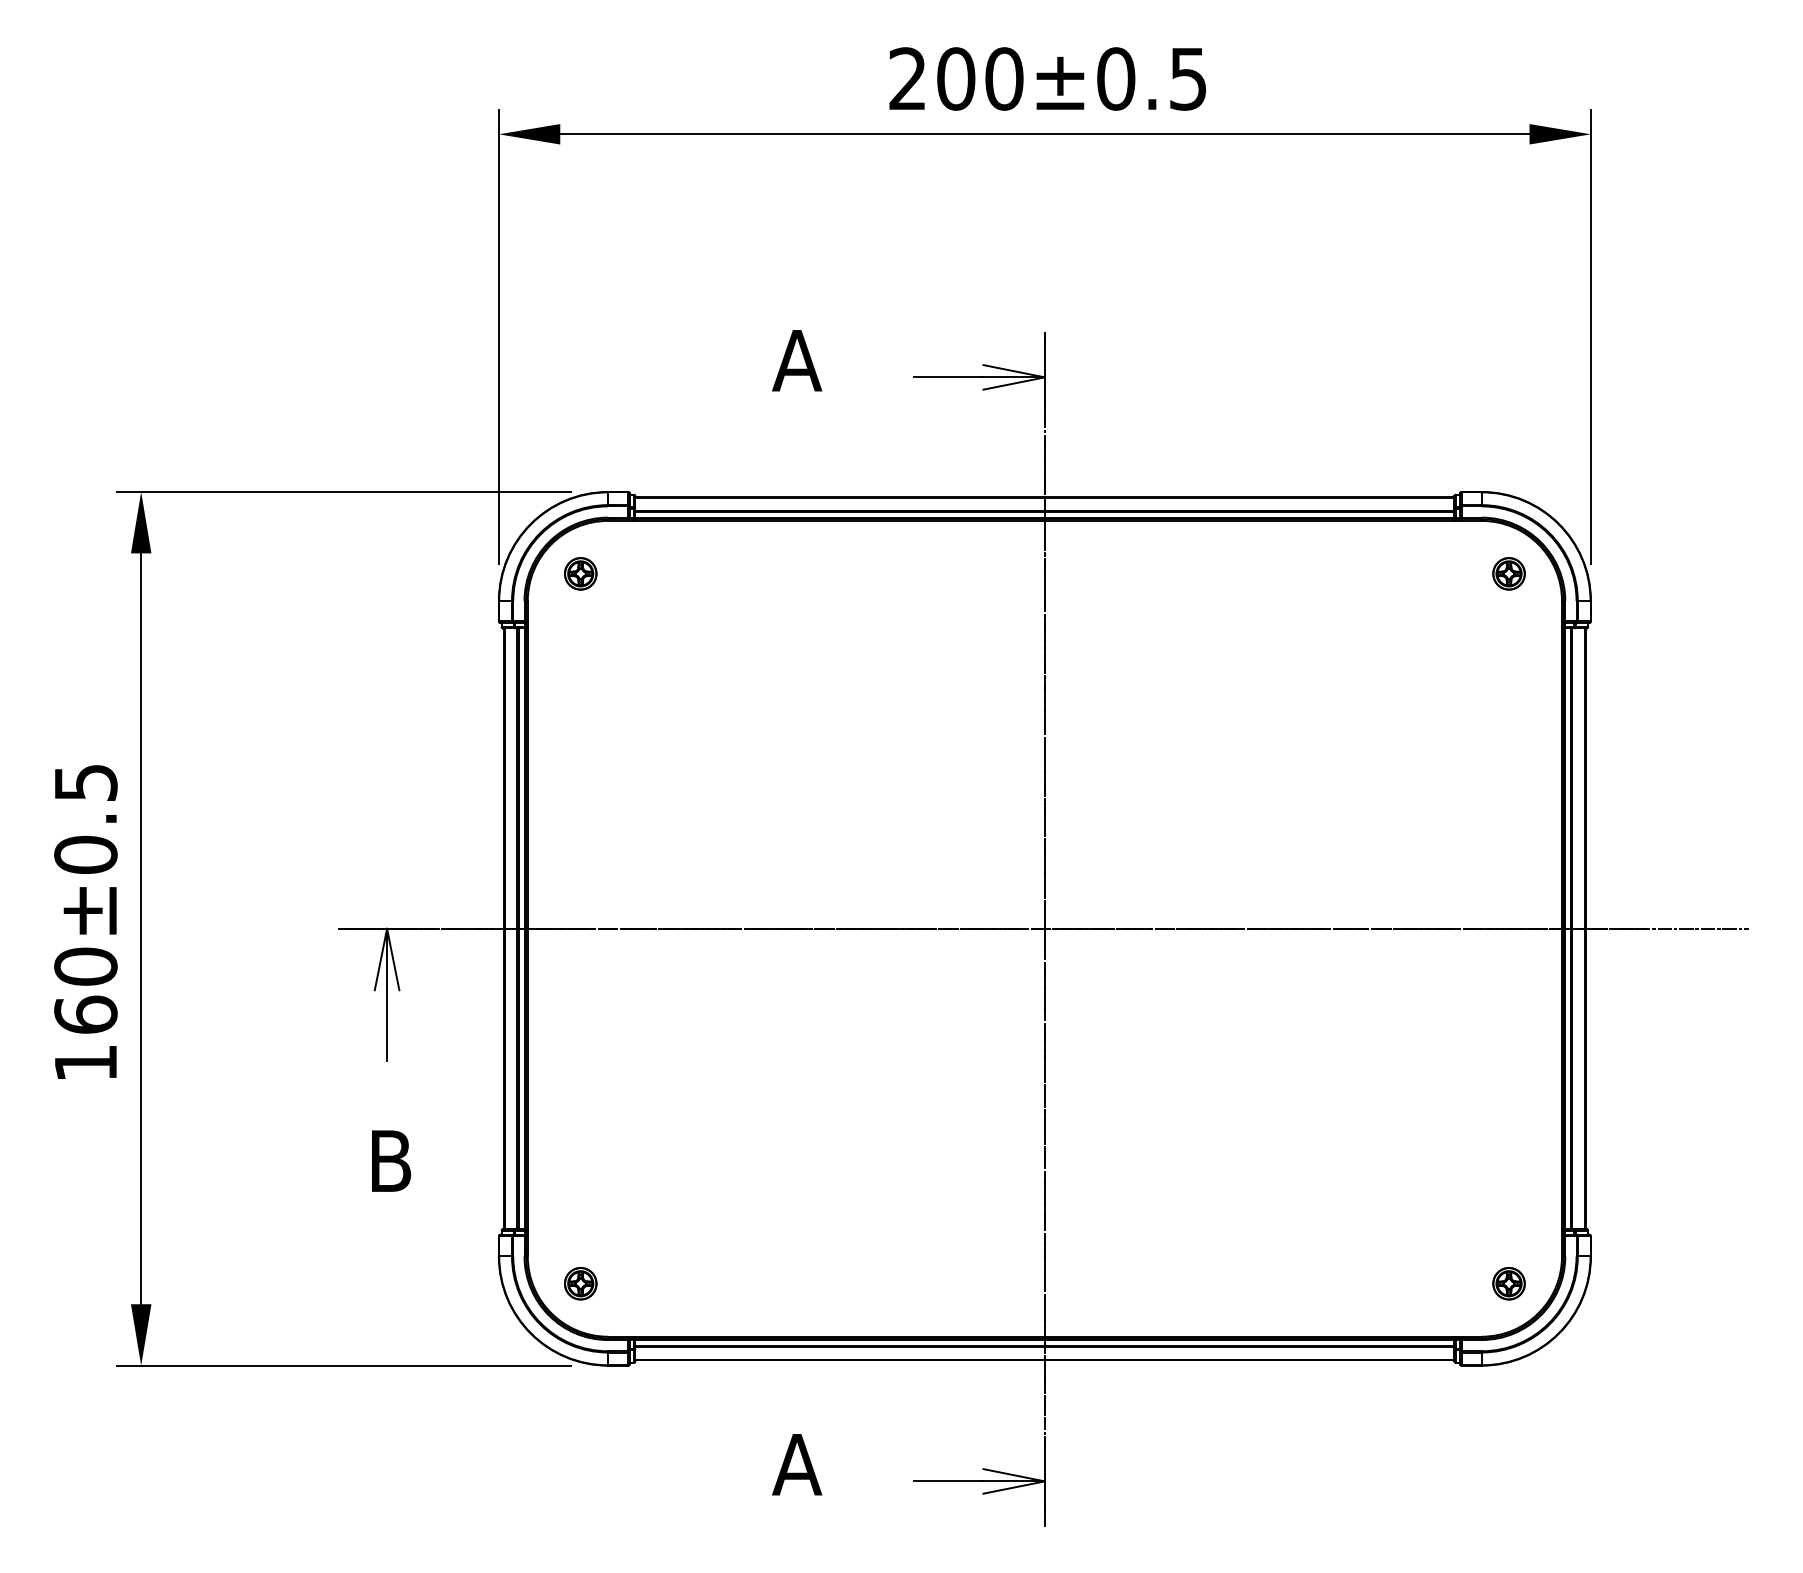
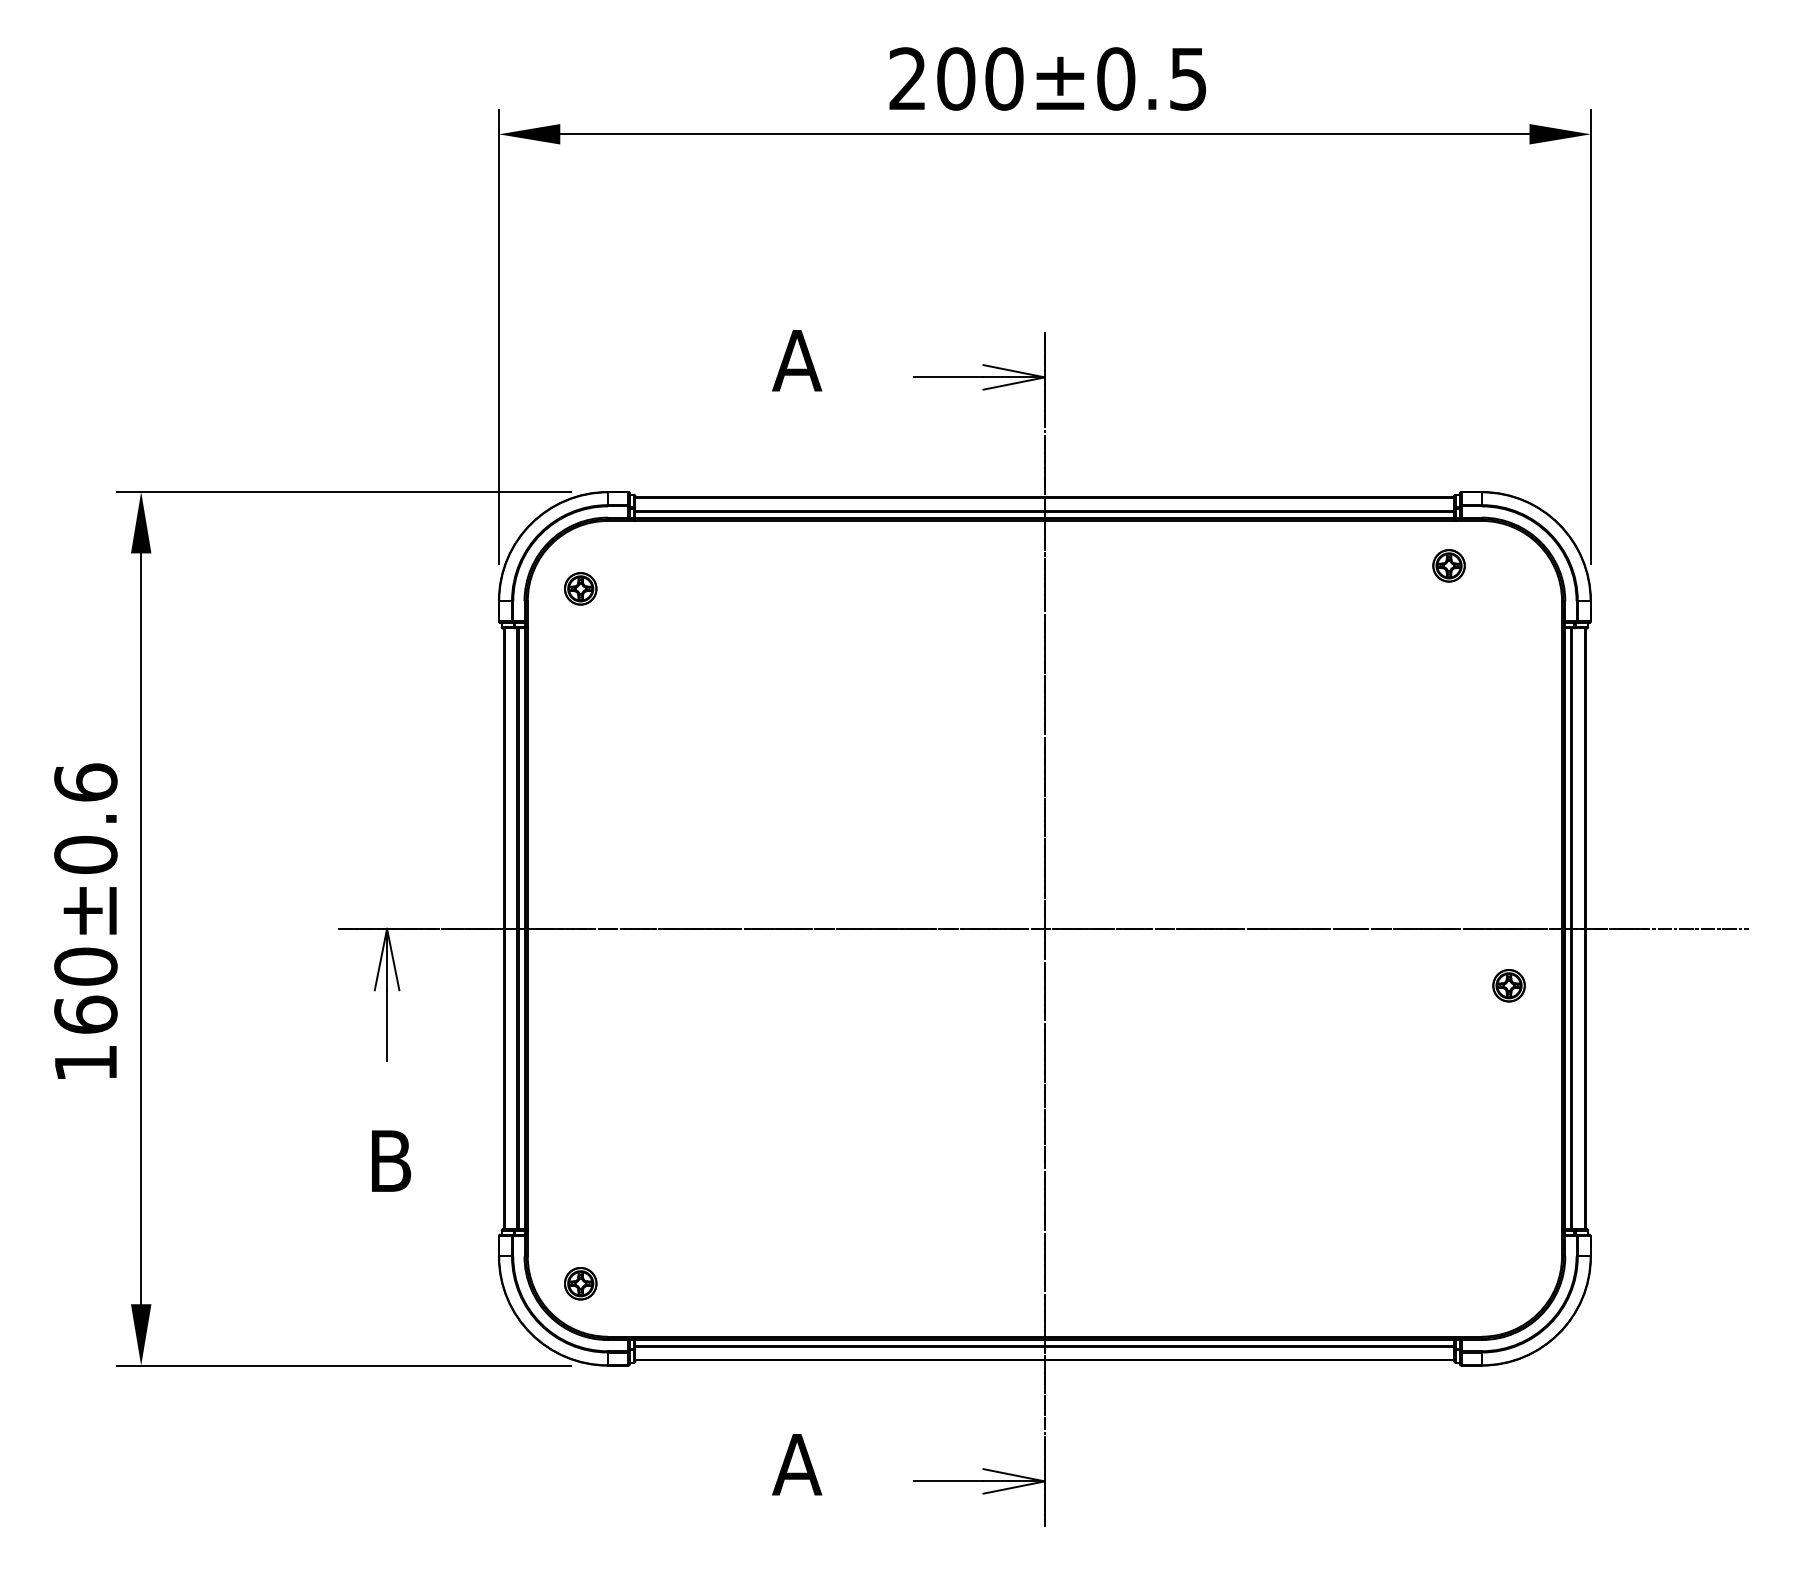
part at (580, 573) position: (580, 573) -> (580, 588)
part at (1508, 573) position: (1508, 573) -> (1448, 565)
text at (85, 782): 160±0.5 -> 160±0.6
part at (1508, 1283) position: (1508, 1283) -> (1508, 985)
